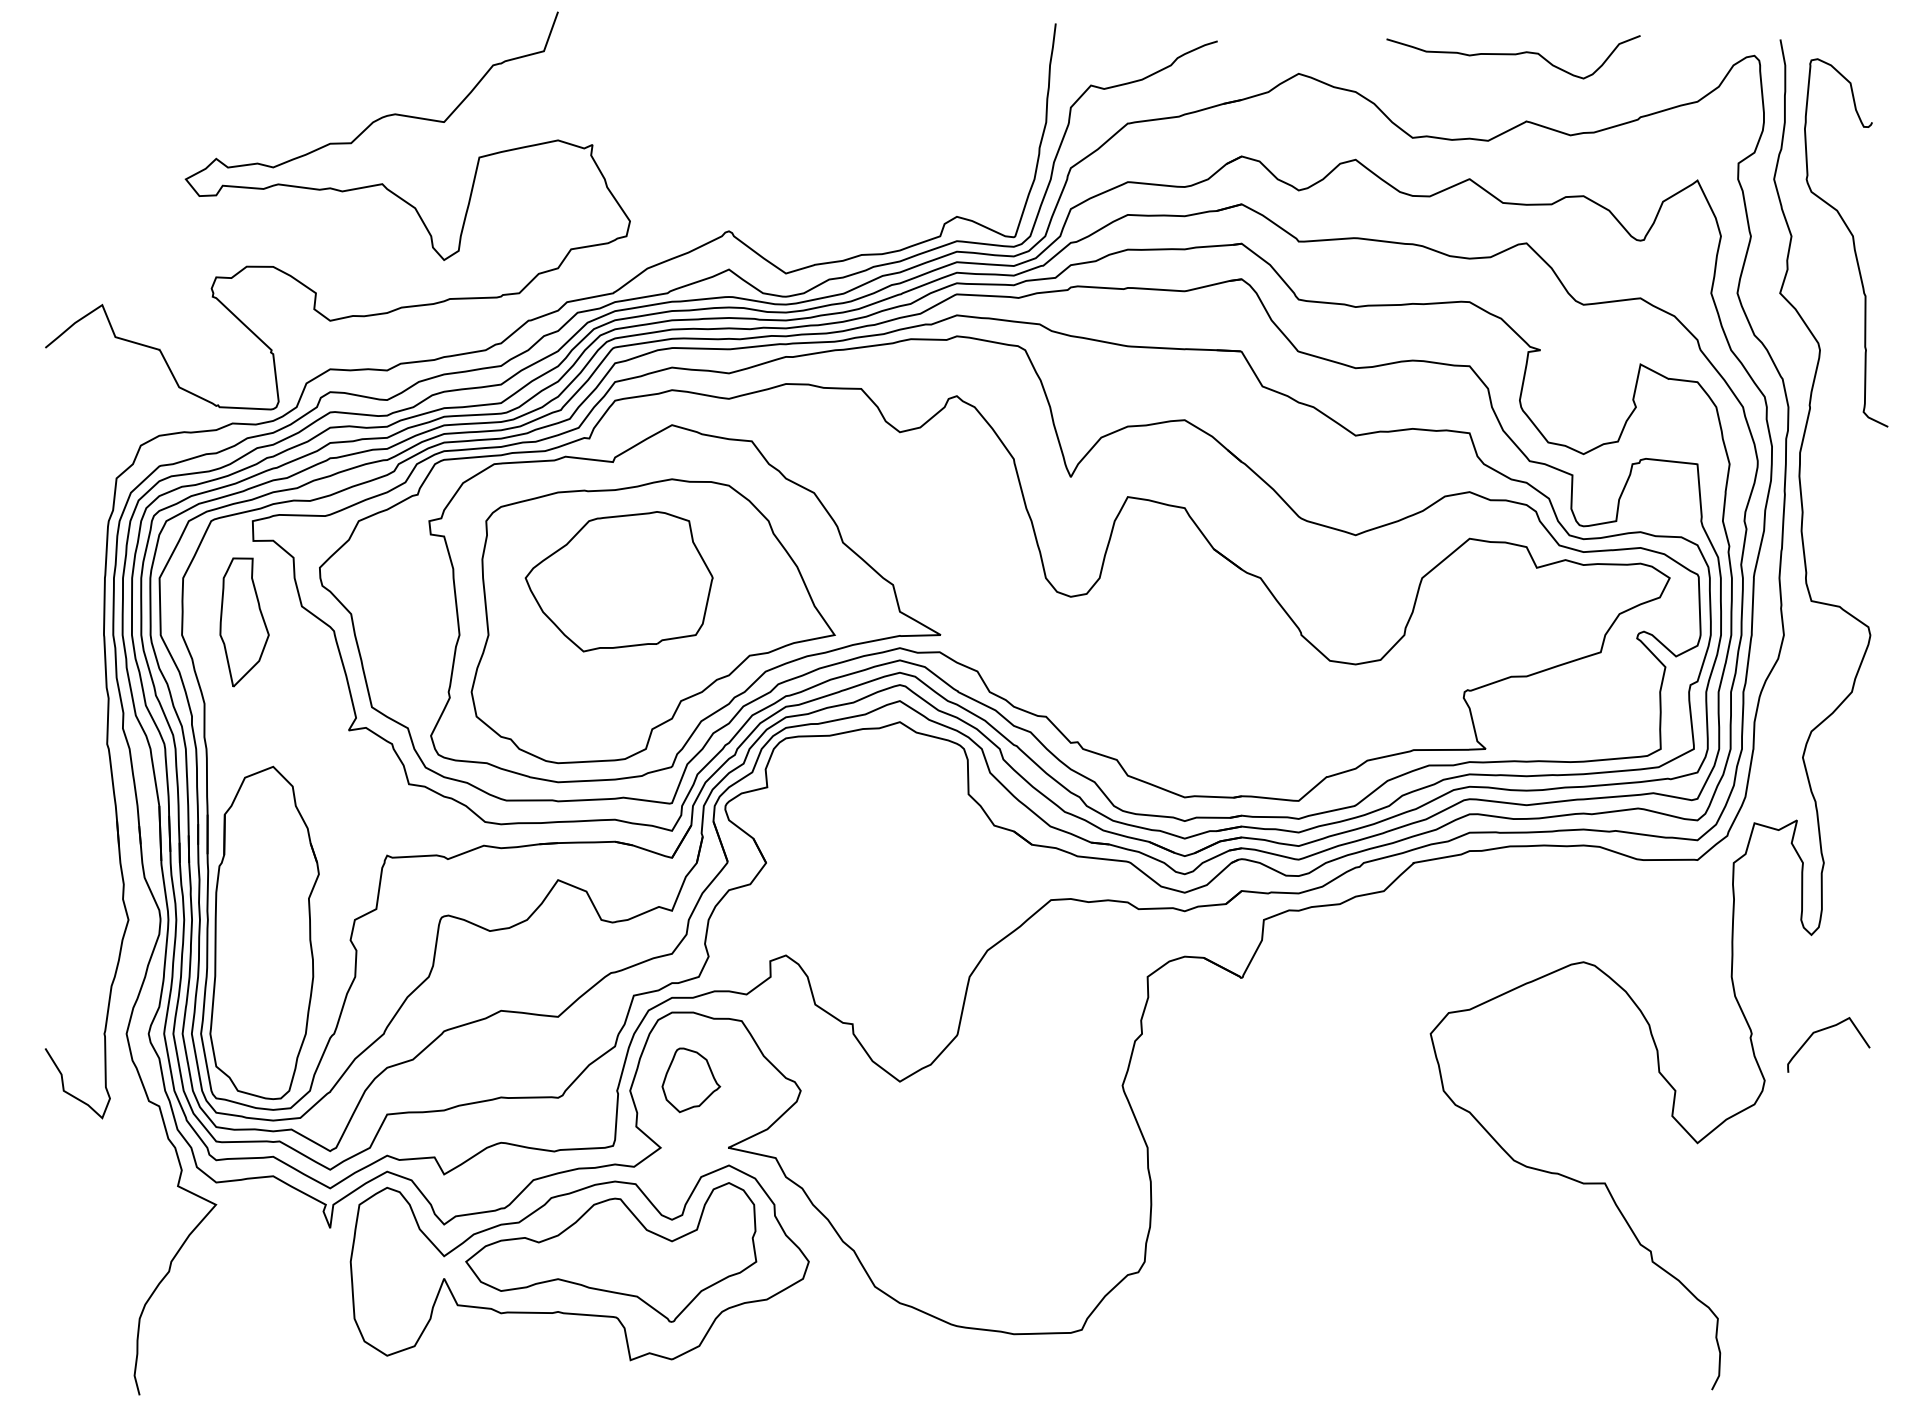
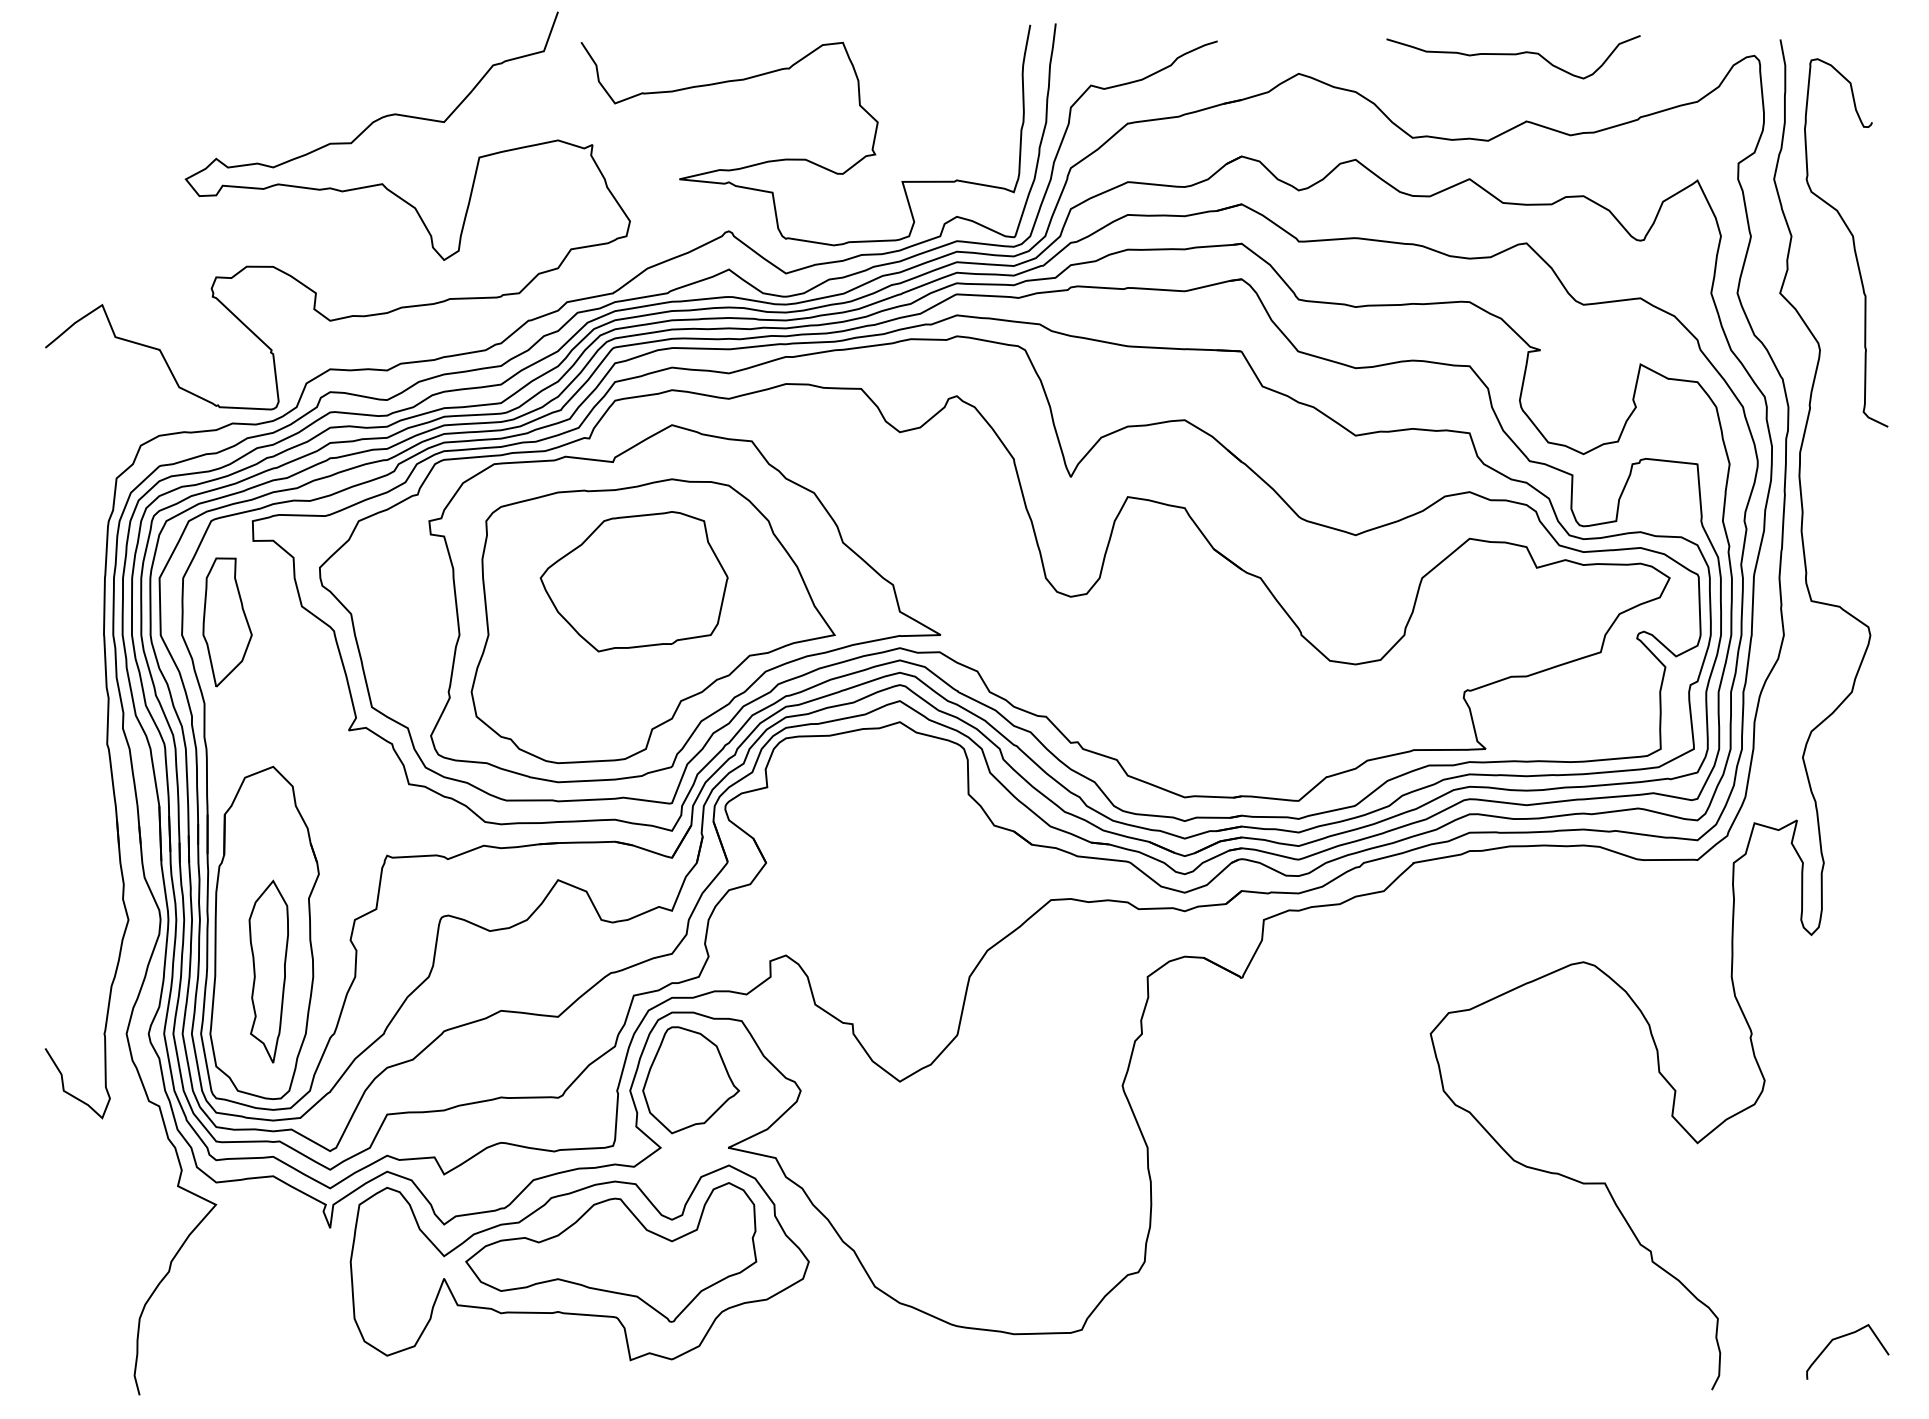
curve at (805, 158): none -> present
part at (618, 581) position: (618, 581) -> (633, 581)
part at (244, 622) position: (244, 622) -> (227, 622)
part at (268, 971): none -> present
curve at (1823, 1030) position: (1823, 1030) -> (1842, 1337)
part at (691, 1080) size: 61x67 px -> 99x109 px
